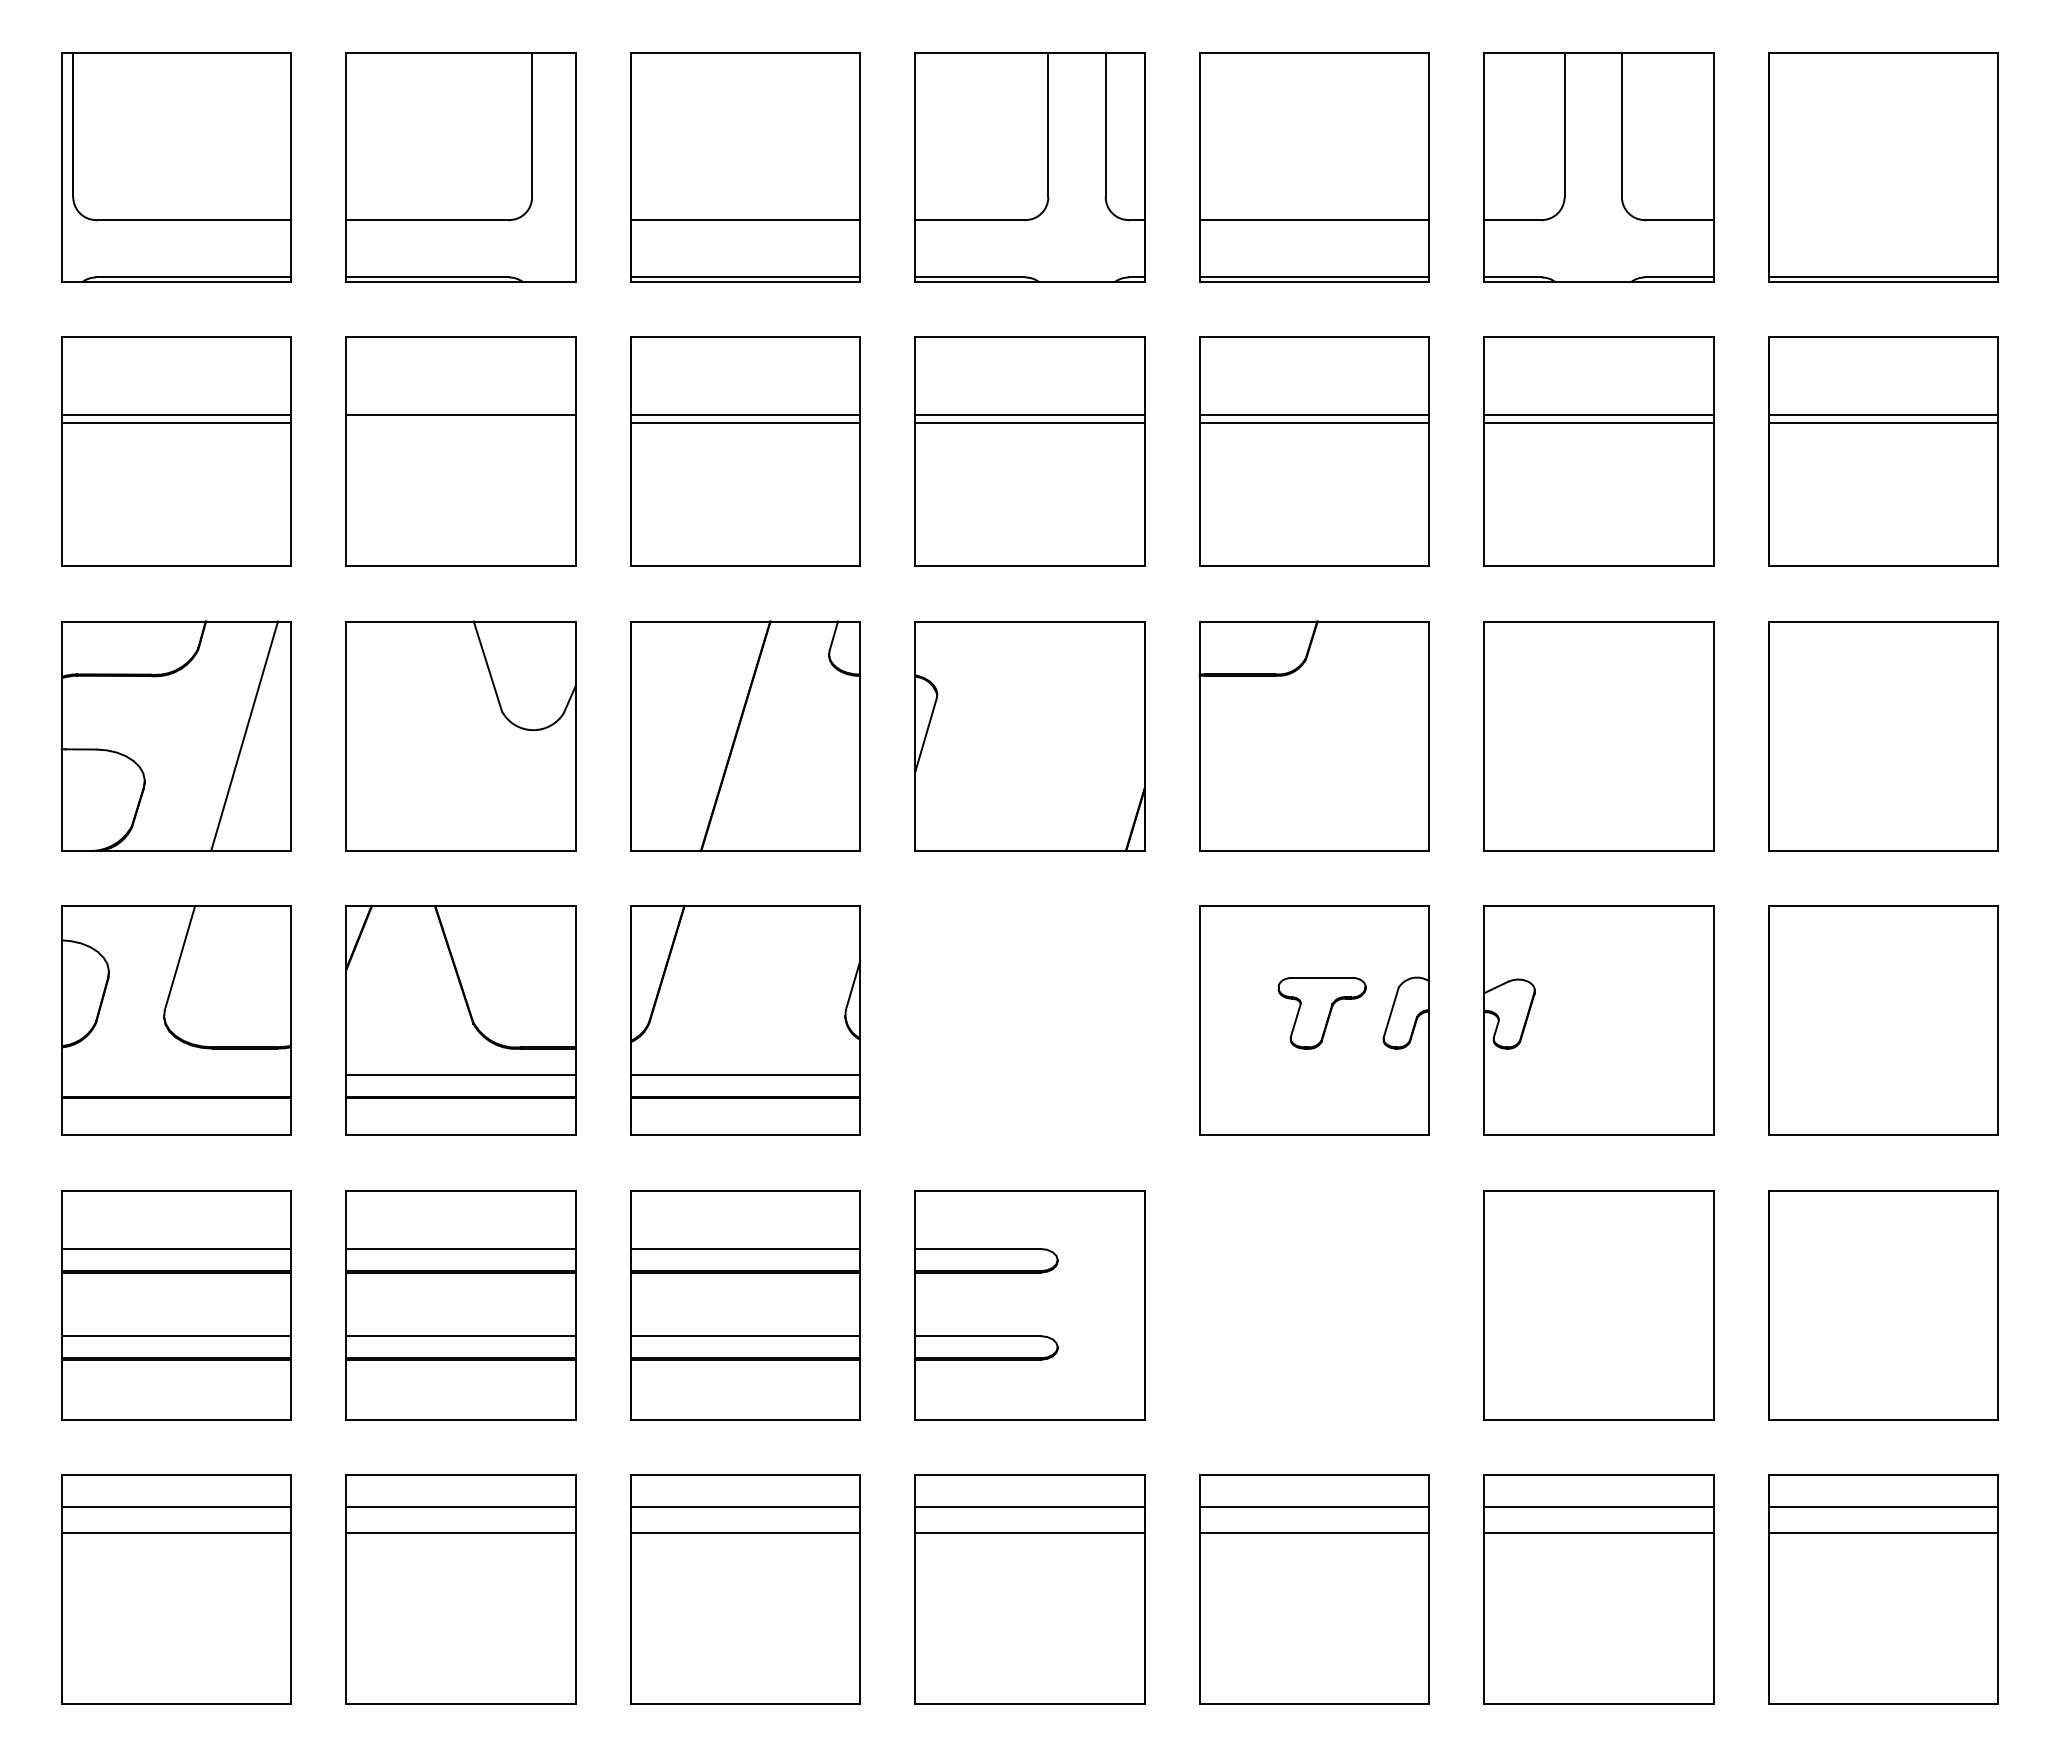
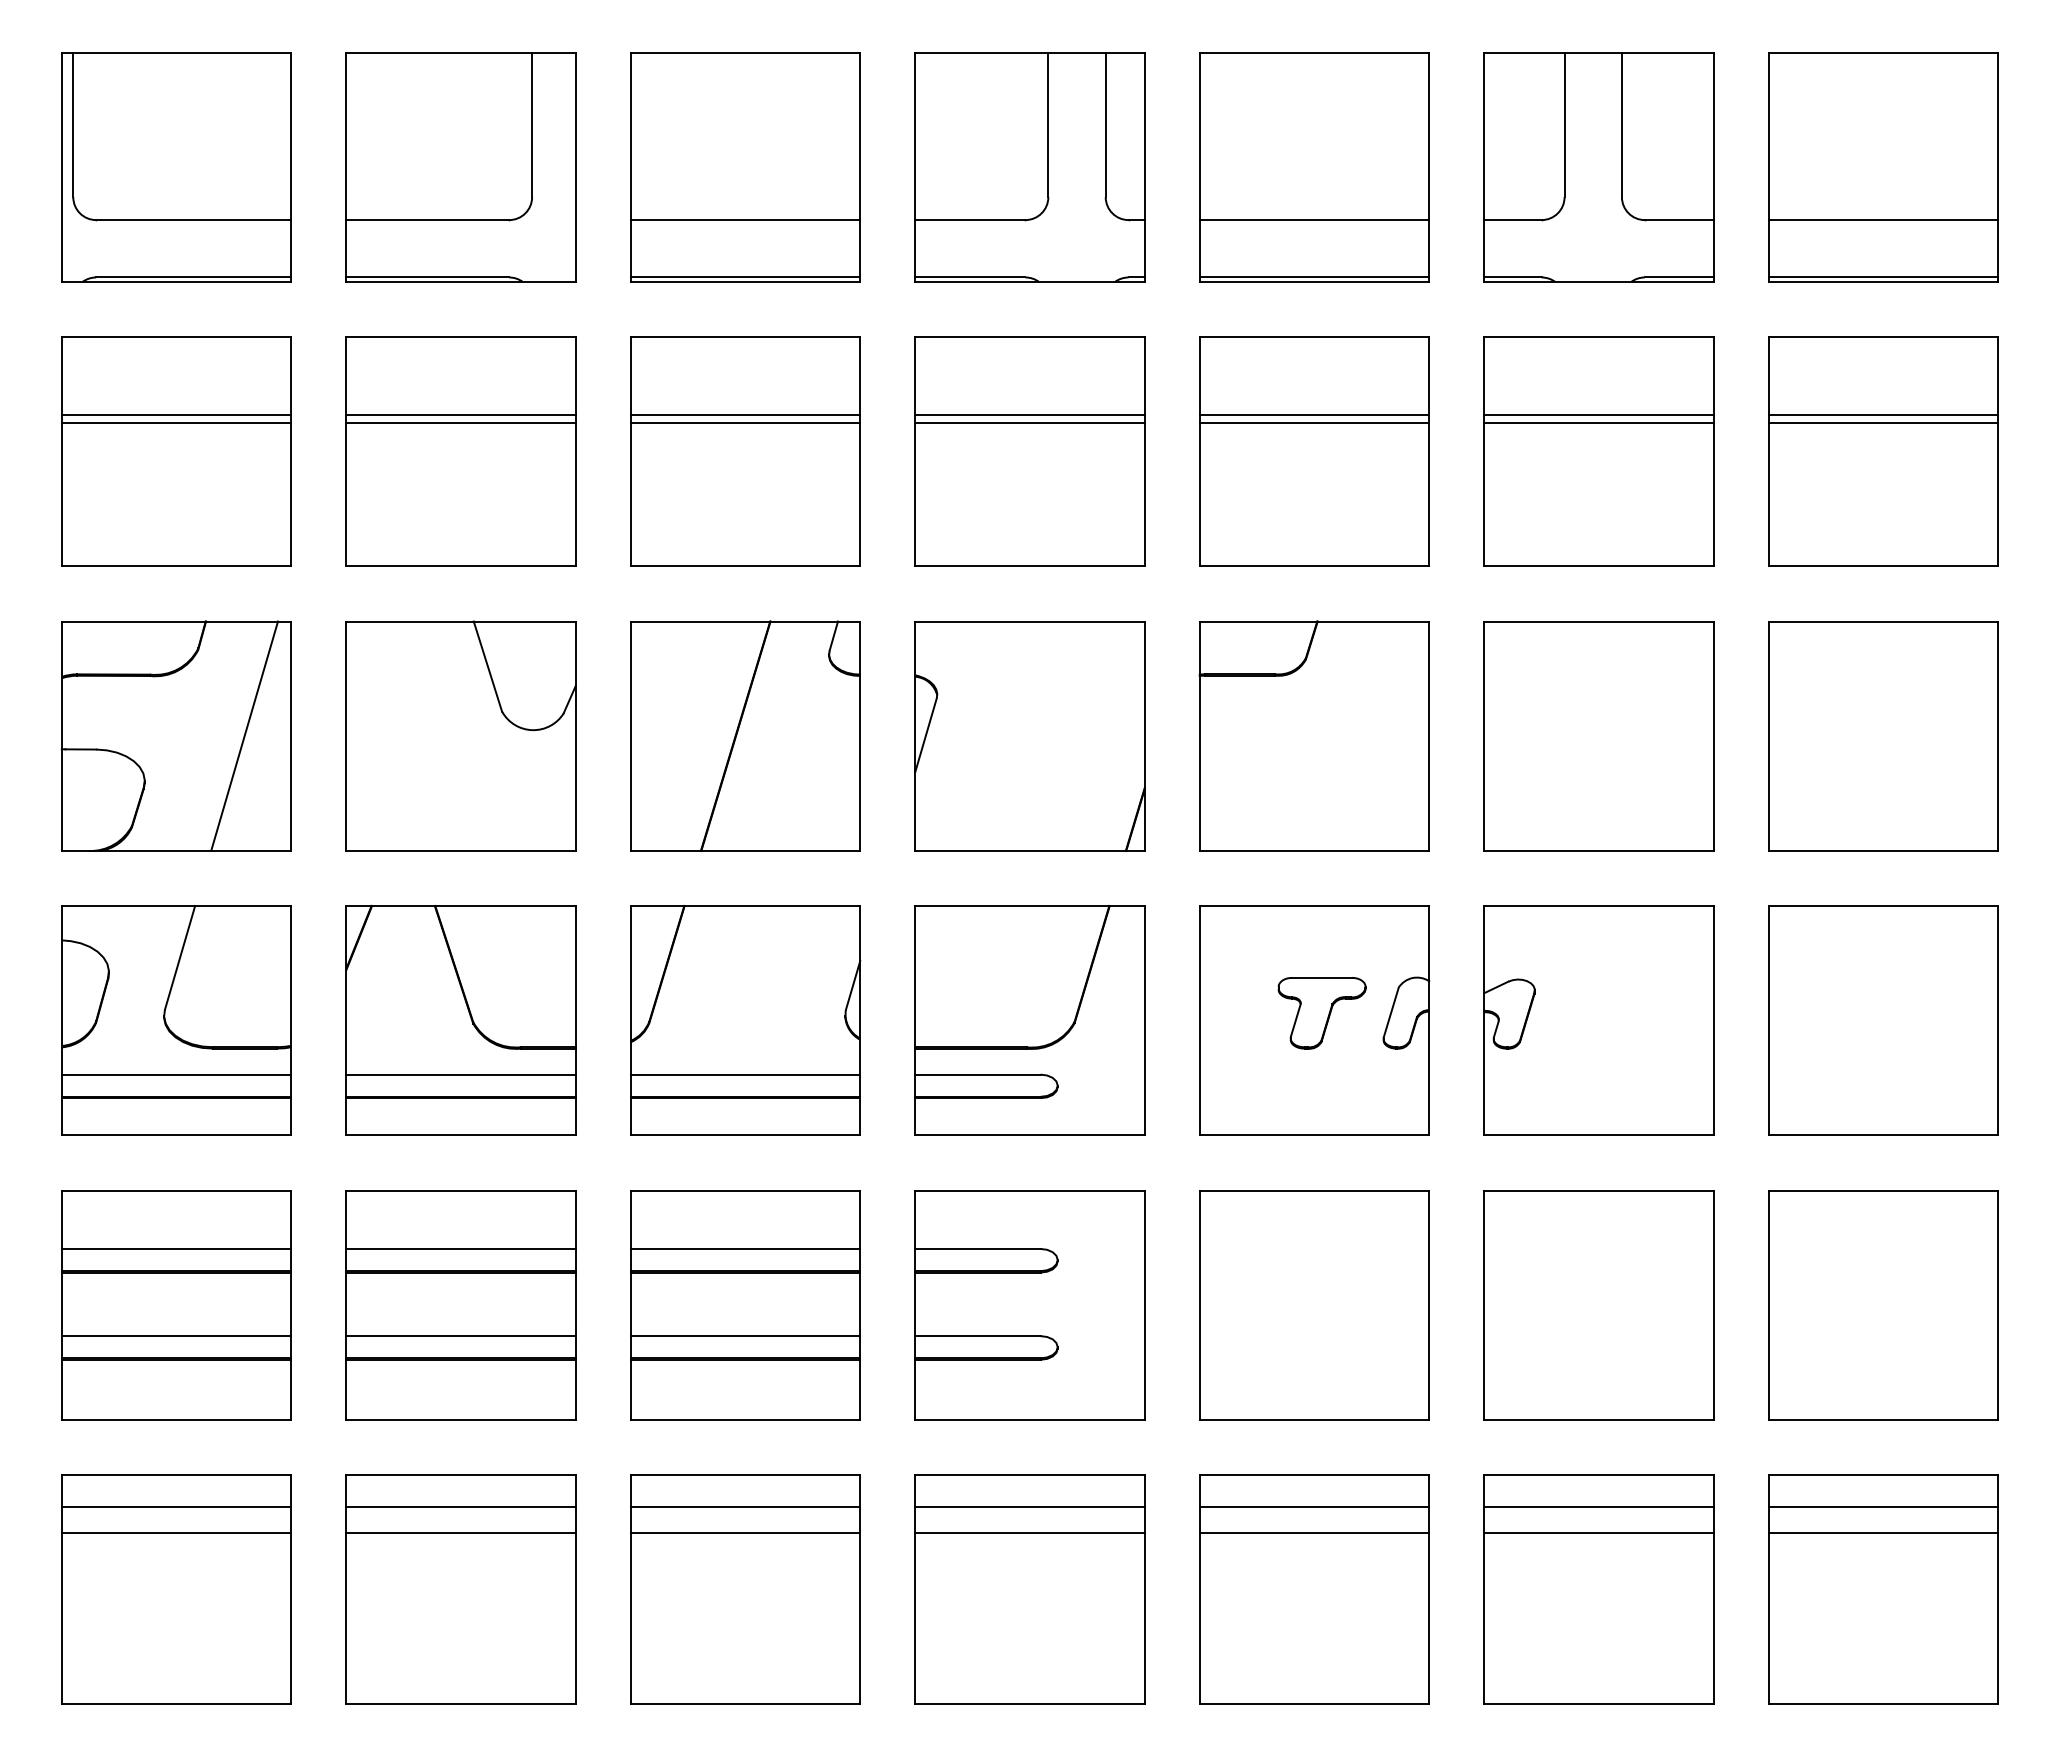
line at (1883, 220): none -> present
line at (460, 423): none -> present
part at (1029, 1020): none -> present
line at (176, 1074): none -> present
part at (1314, 1305): none -> present
